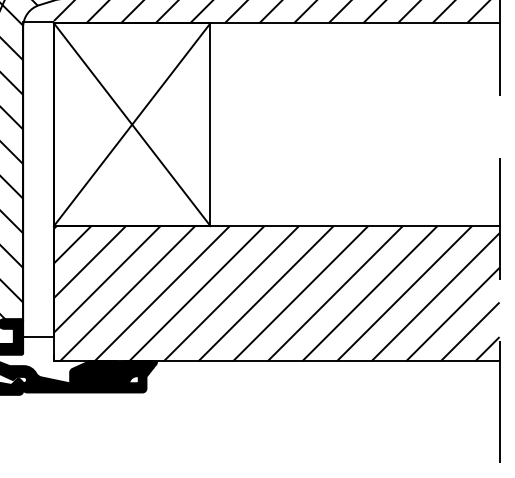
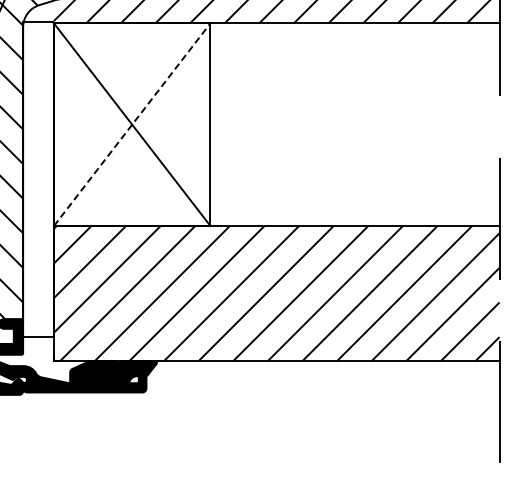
line at (132, 124): solid -> dashed
